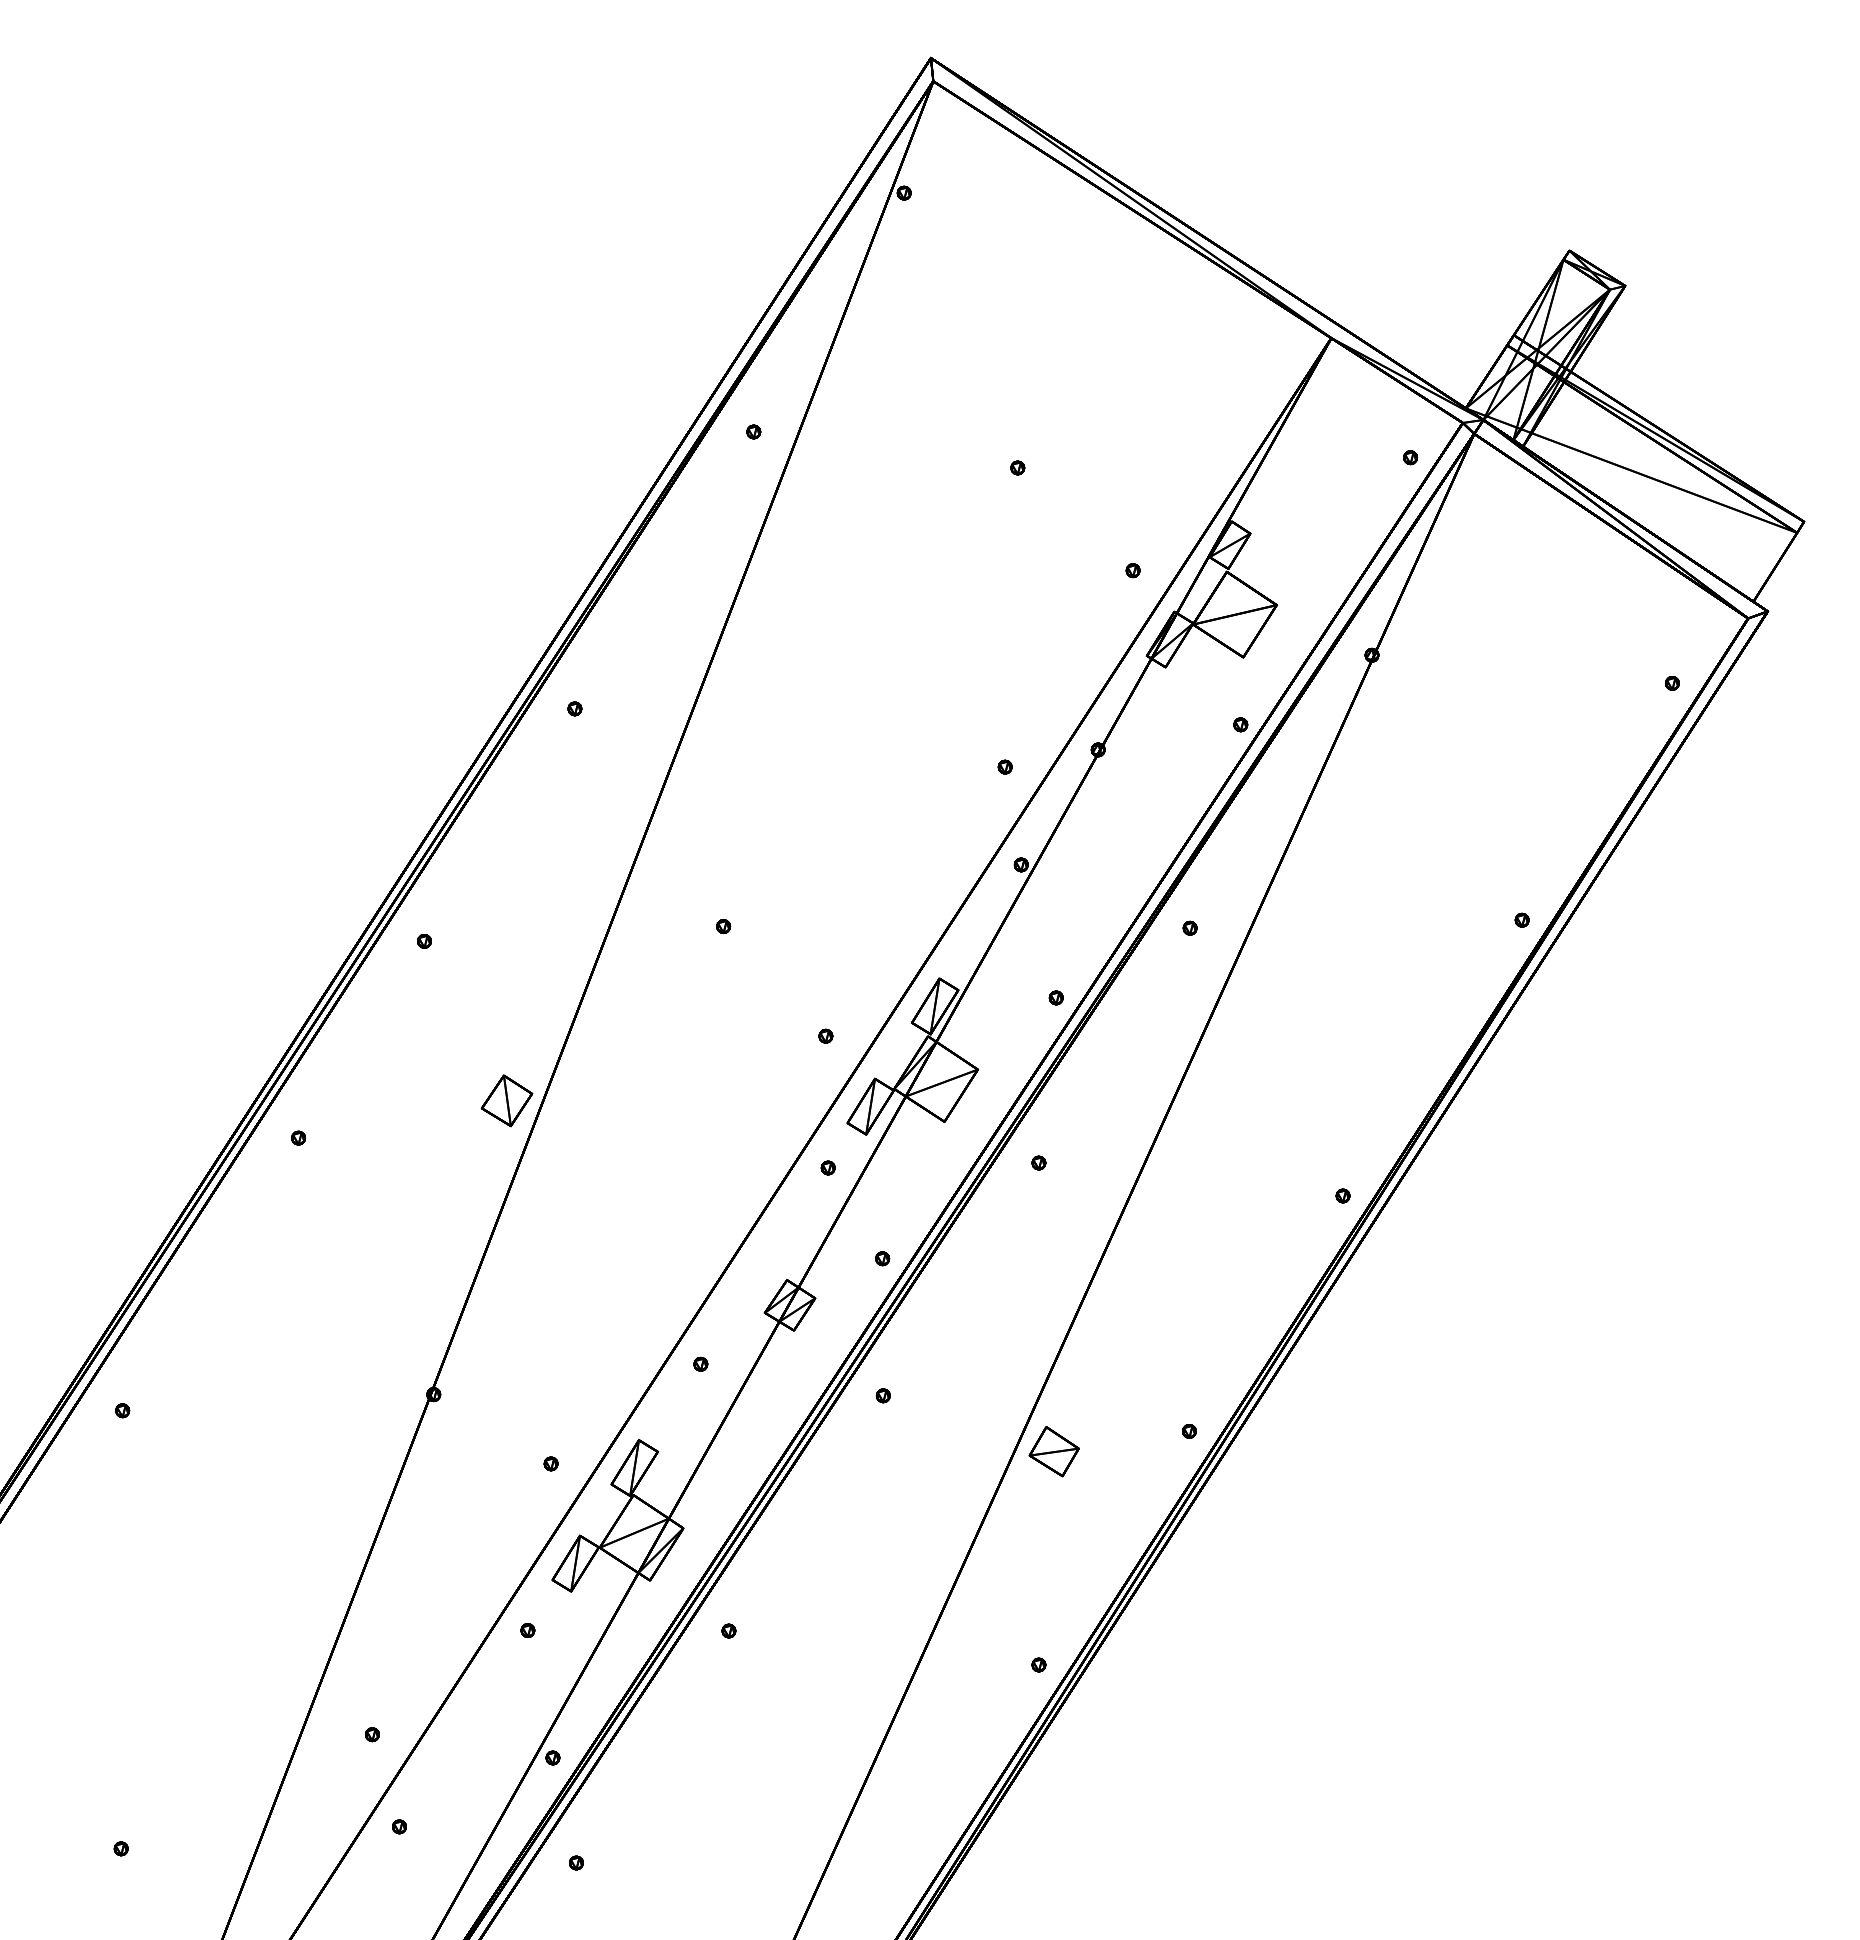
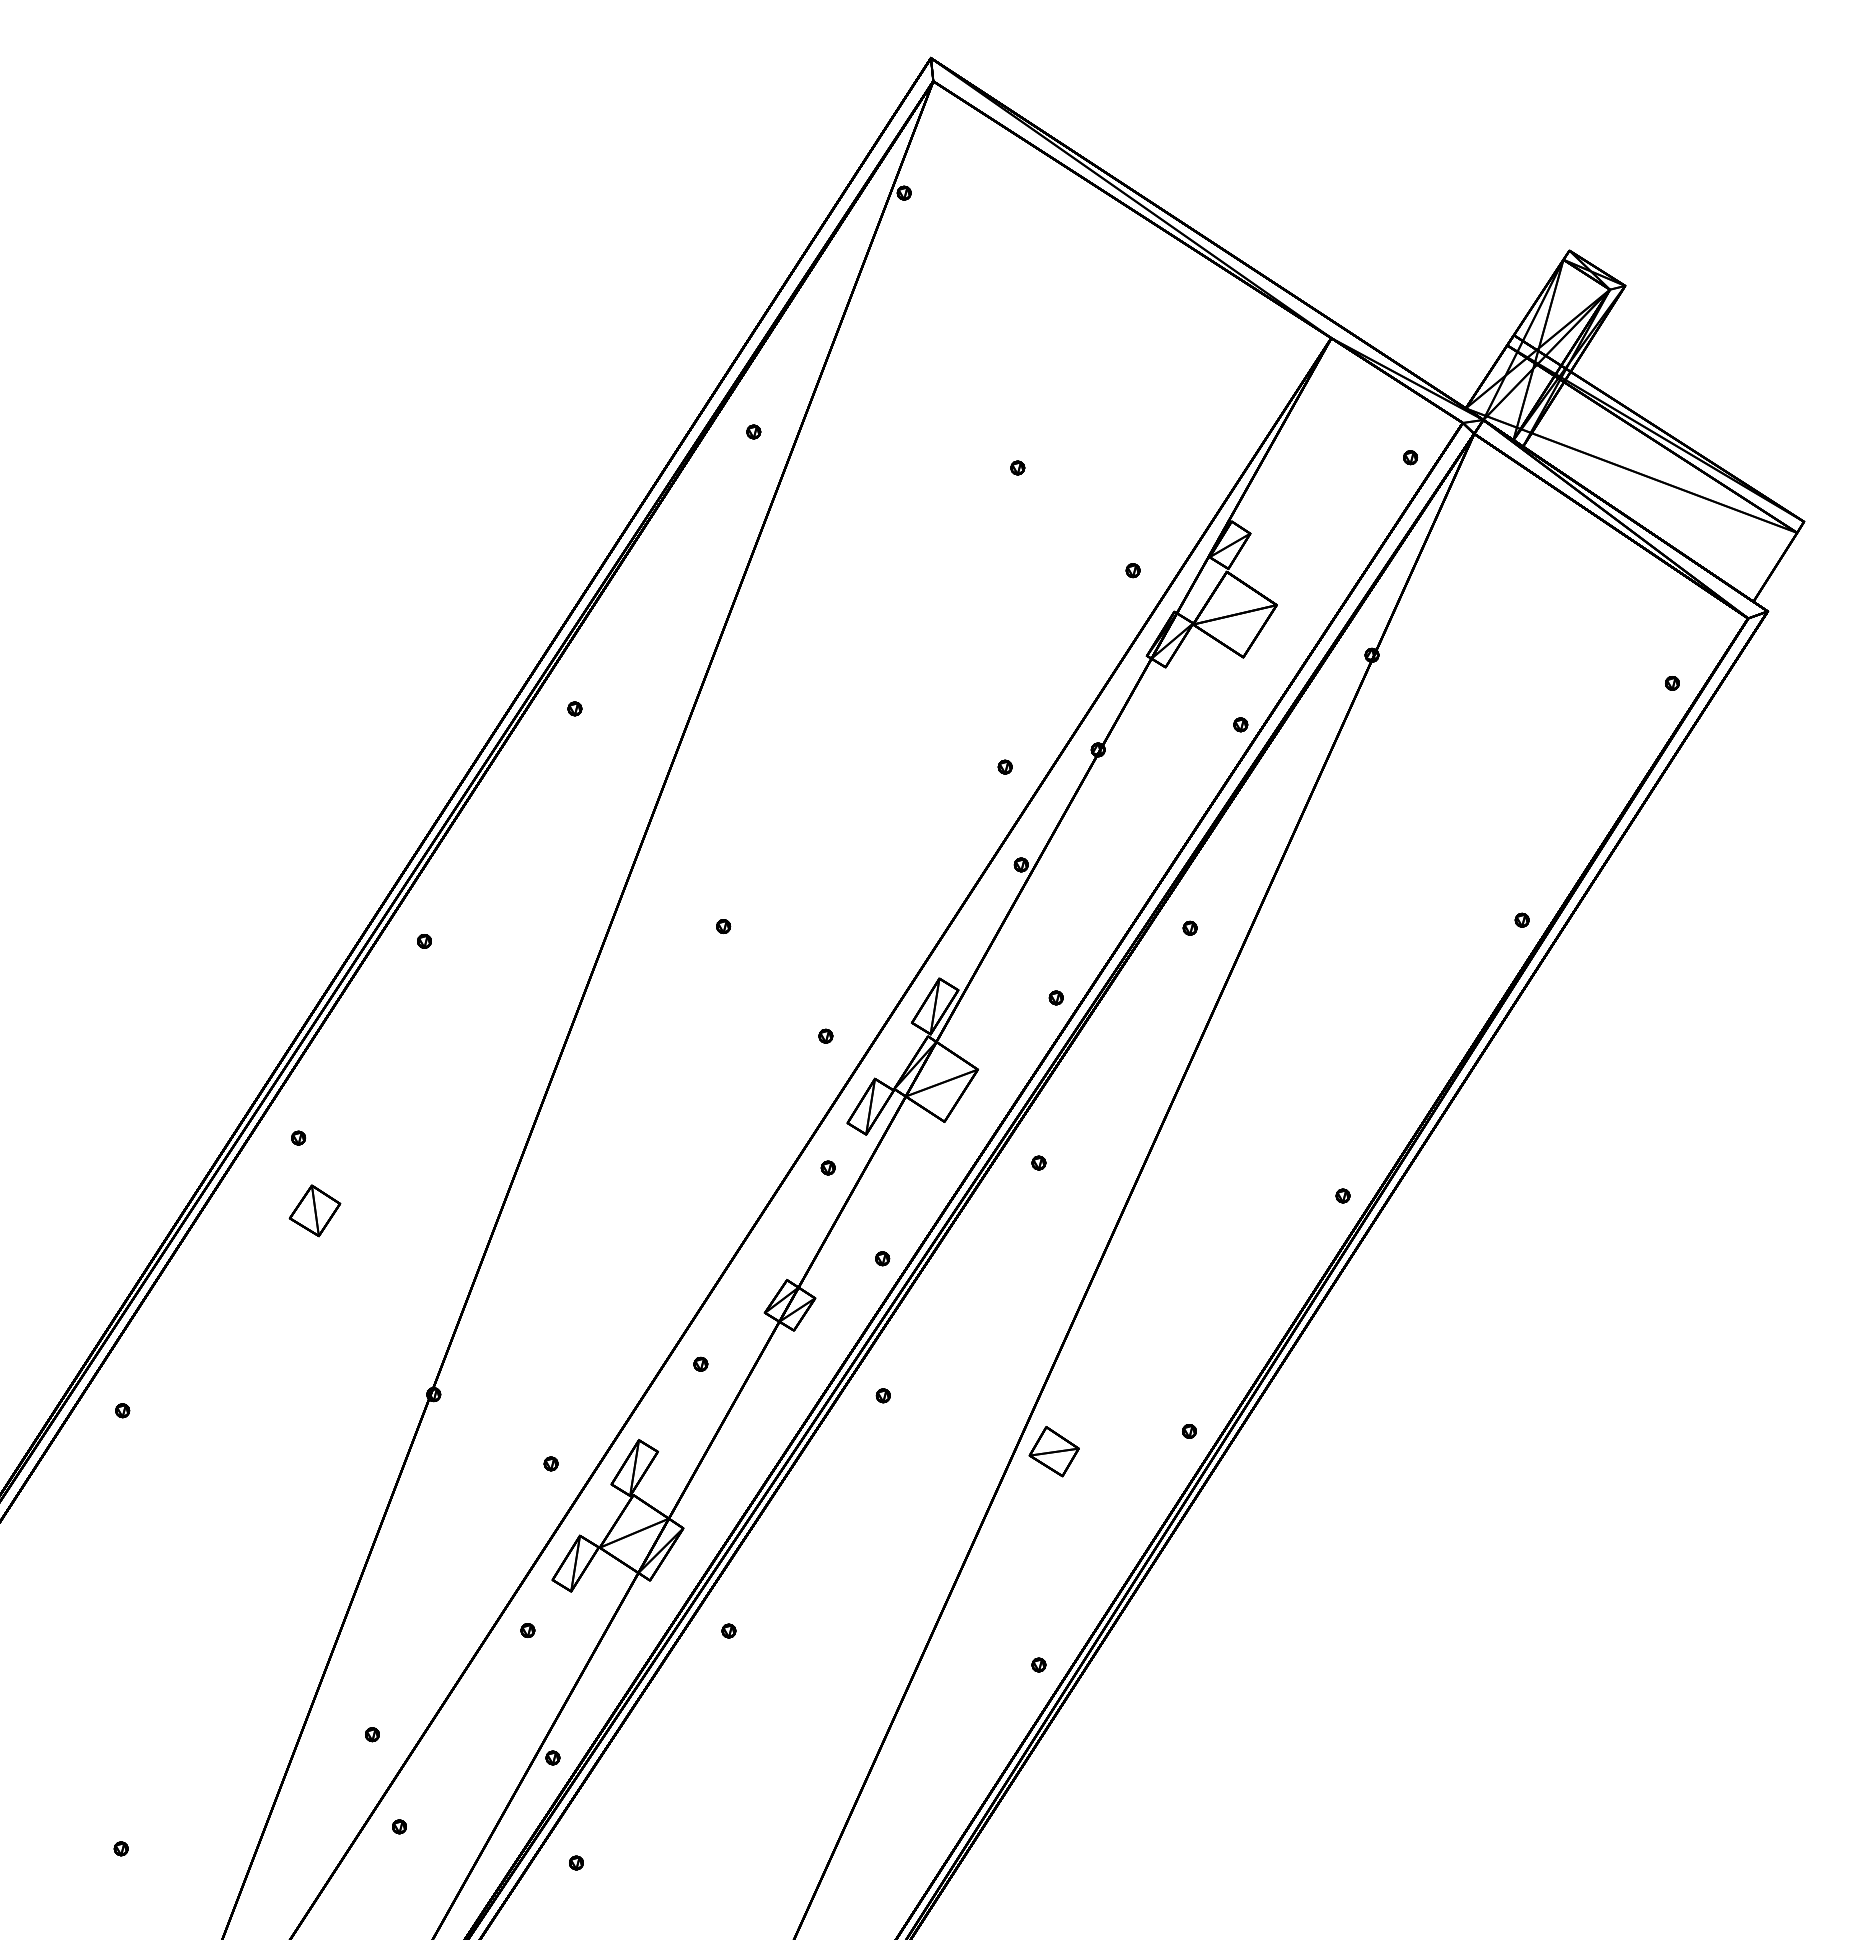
part at (506, 1100) position: (506, 1100) -> (314, 1210)
